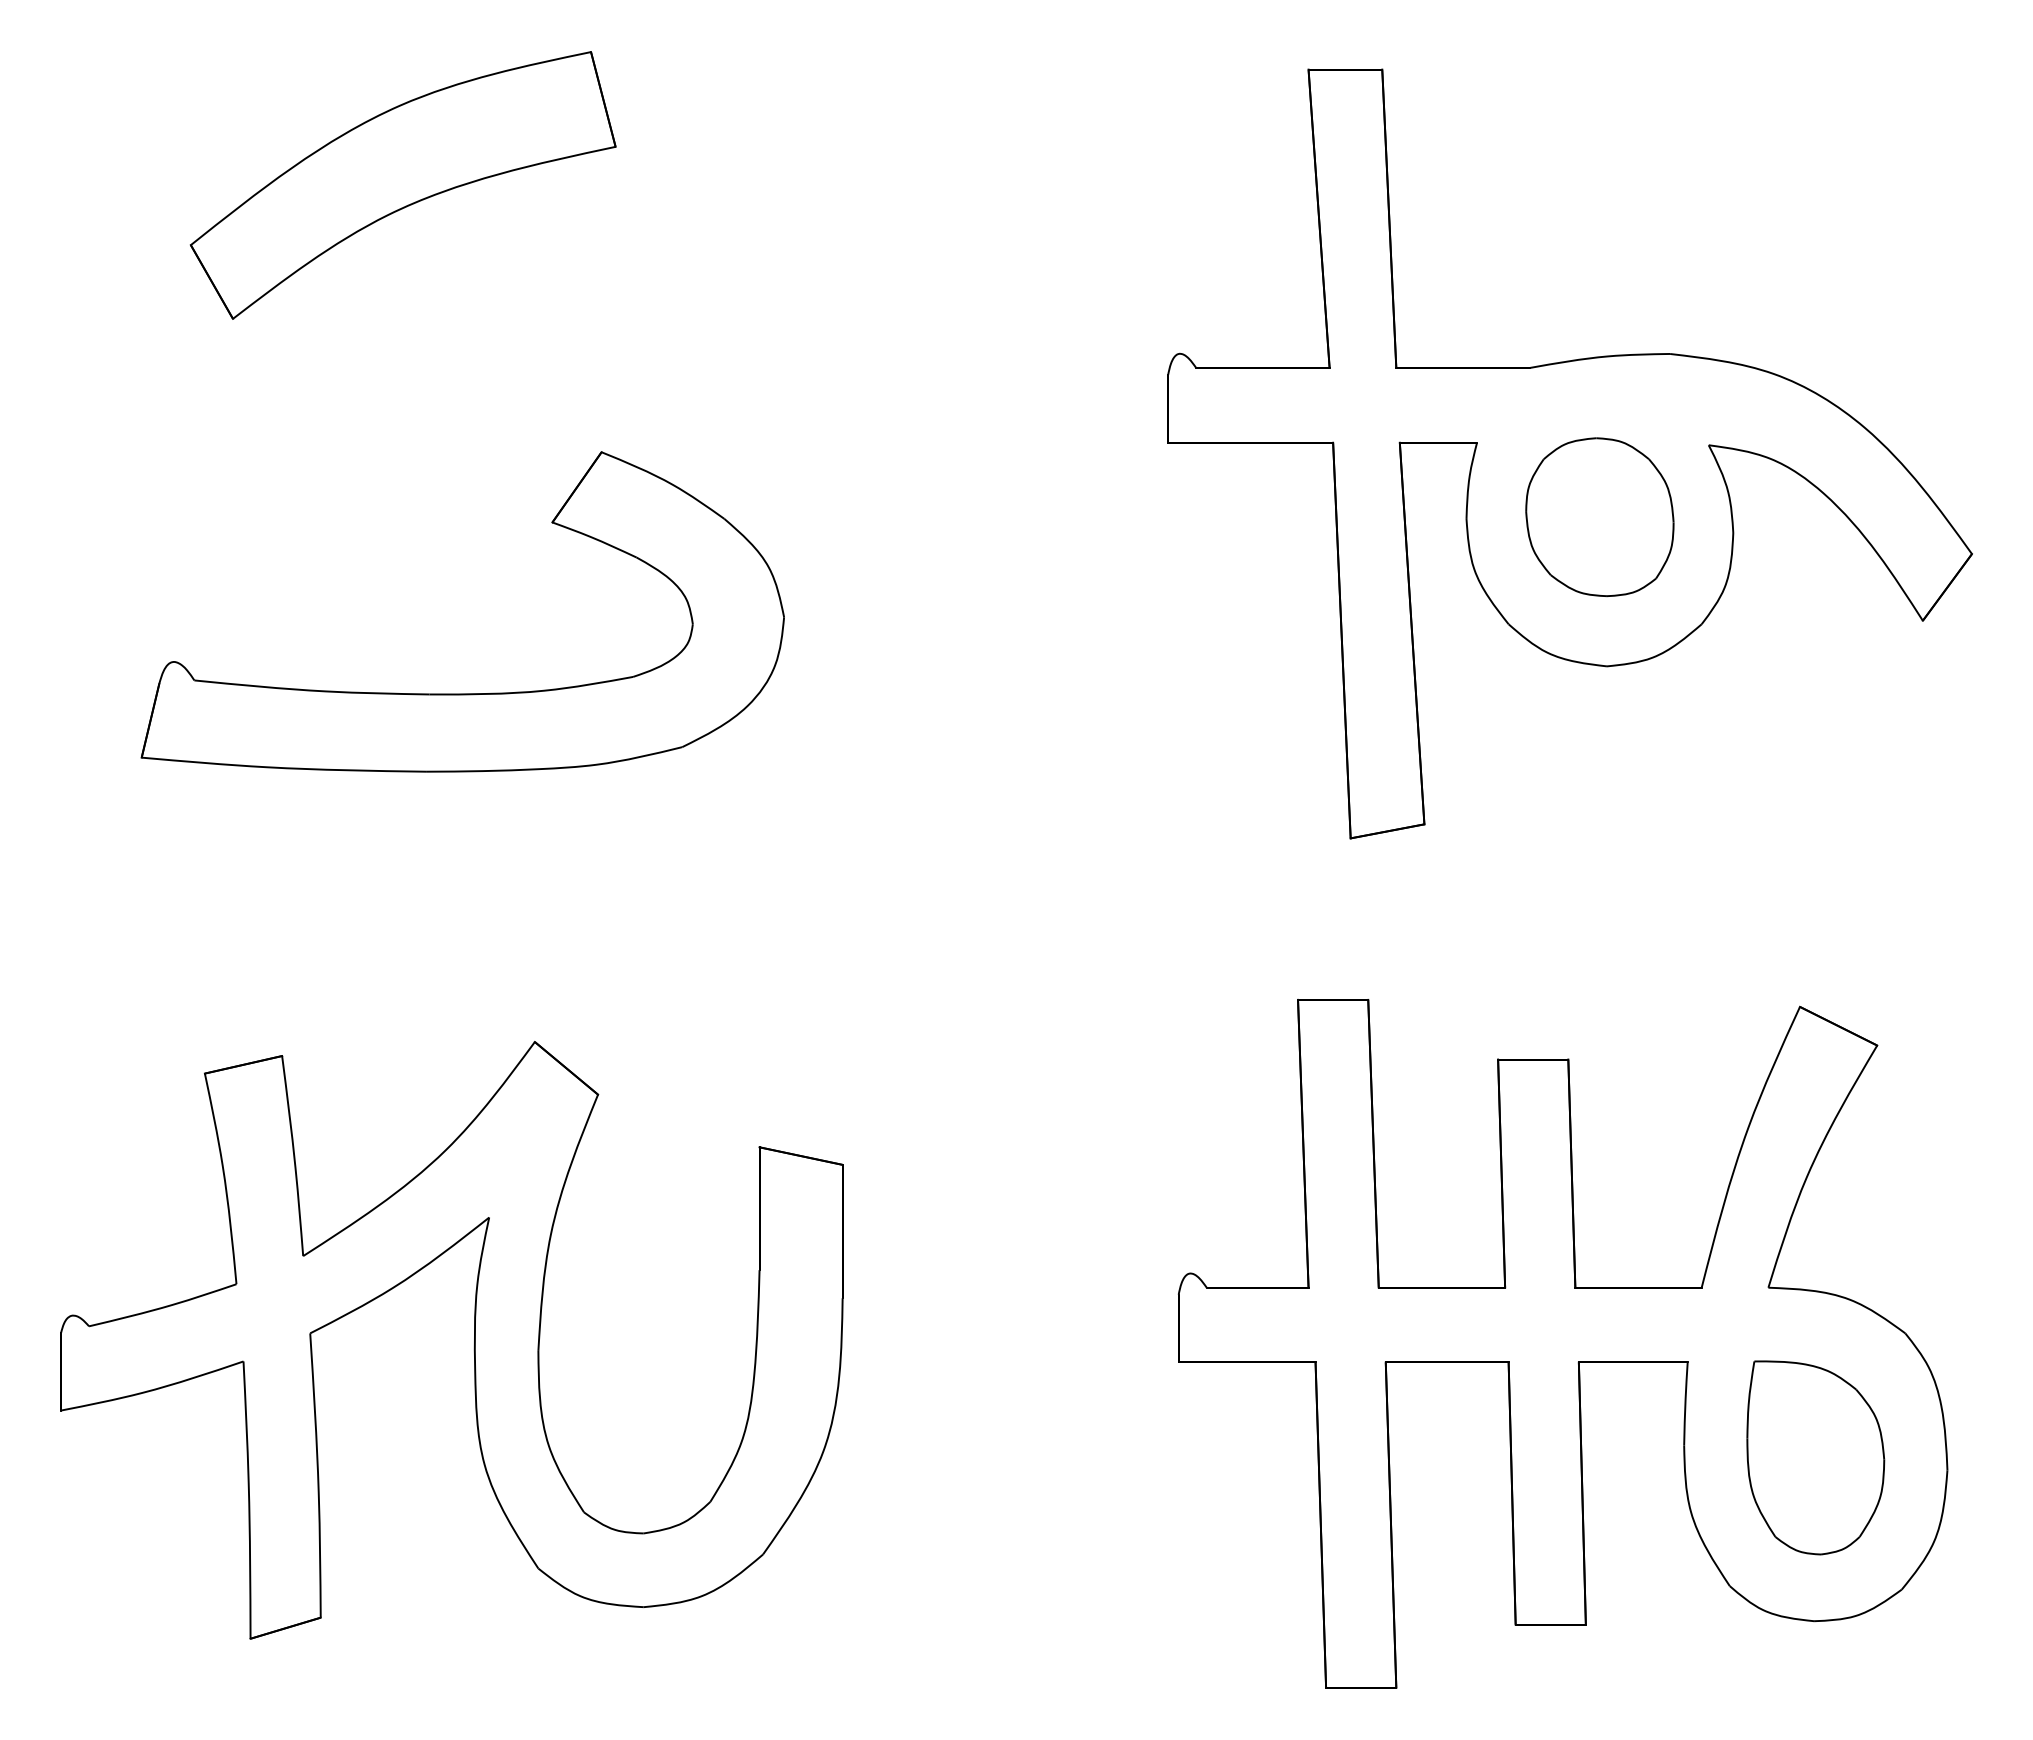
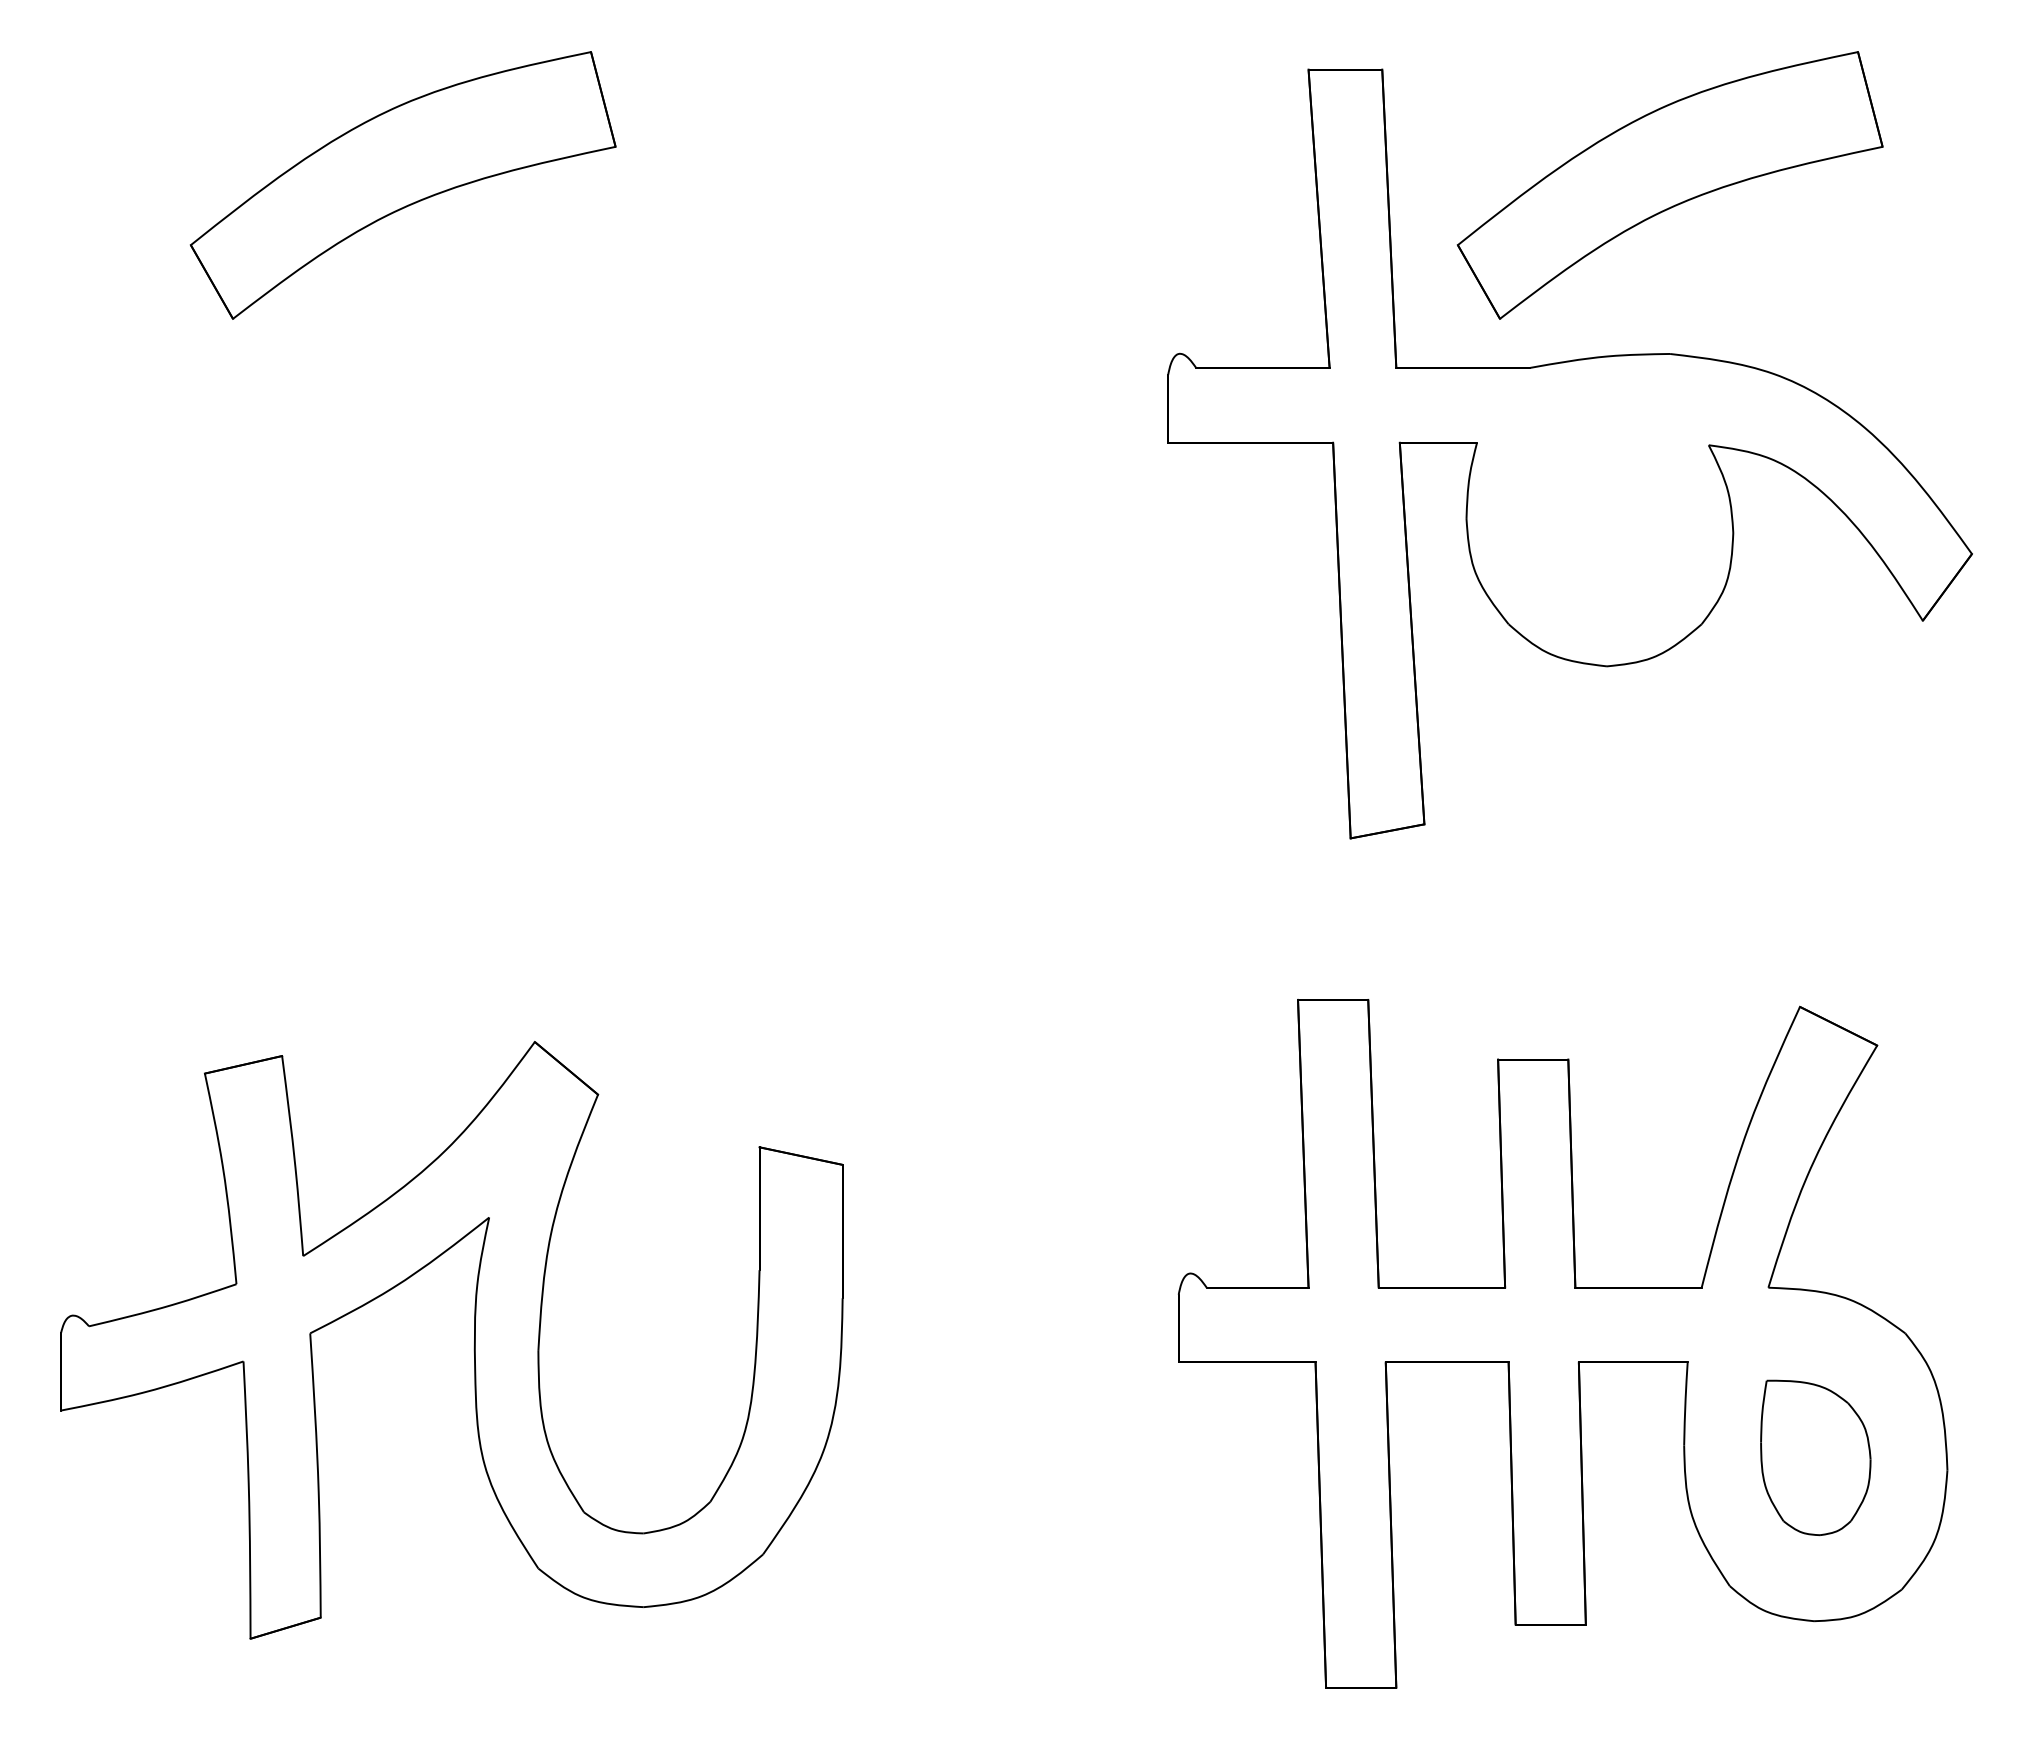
part at (1669, 185): none -> present
part at (1599, 517): present -> none
part at (462, 693): present -> none
part at (1815, 1457) size: 140x196 px -> 112x158 px
